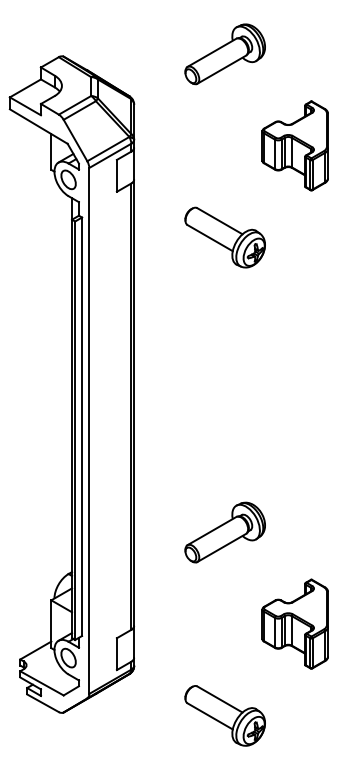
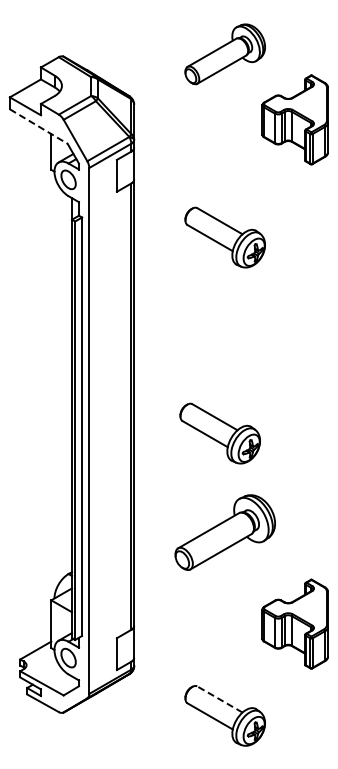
line at (38, 126): solid -> dashed
part at (294, 145) position: (294, 145) -> (294, 119)
part at (219, 433): none -> present
part at (224, 532) size: 82x63 px -> 102x77 px
line at (219, 699): solid -> dashed
